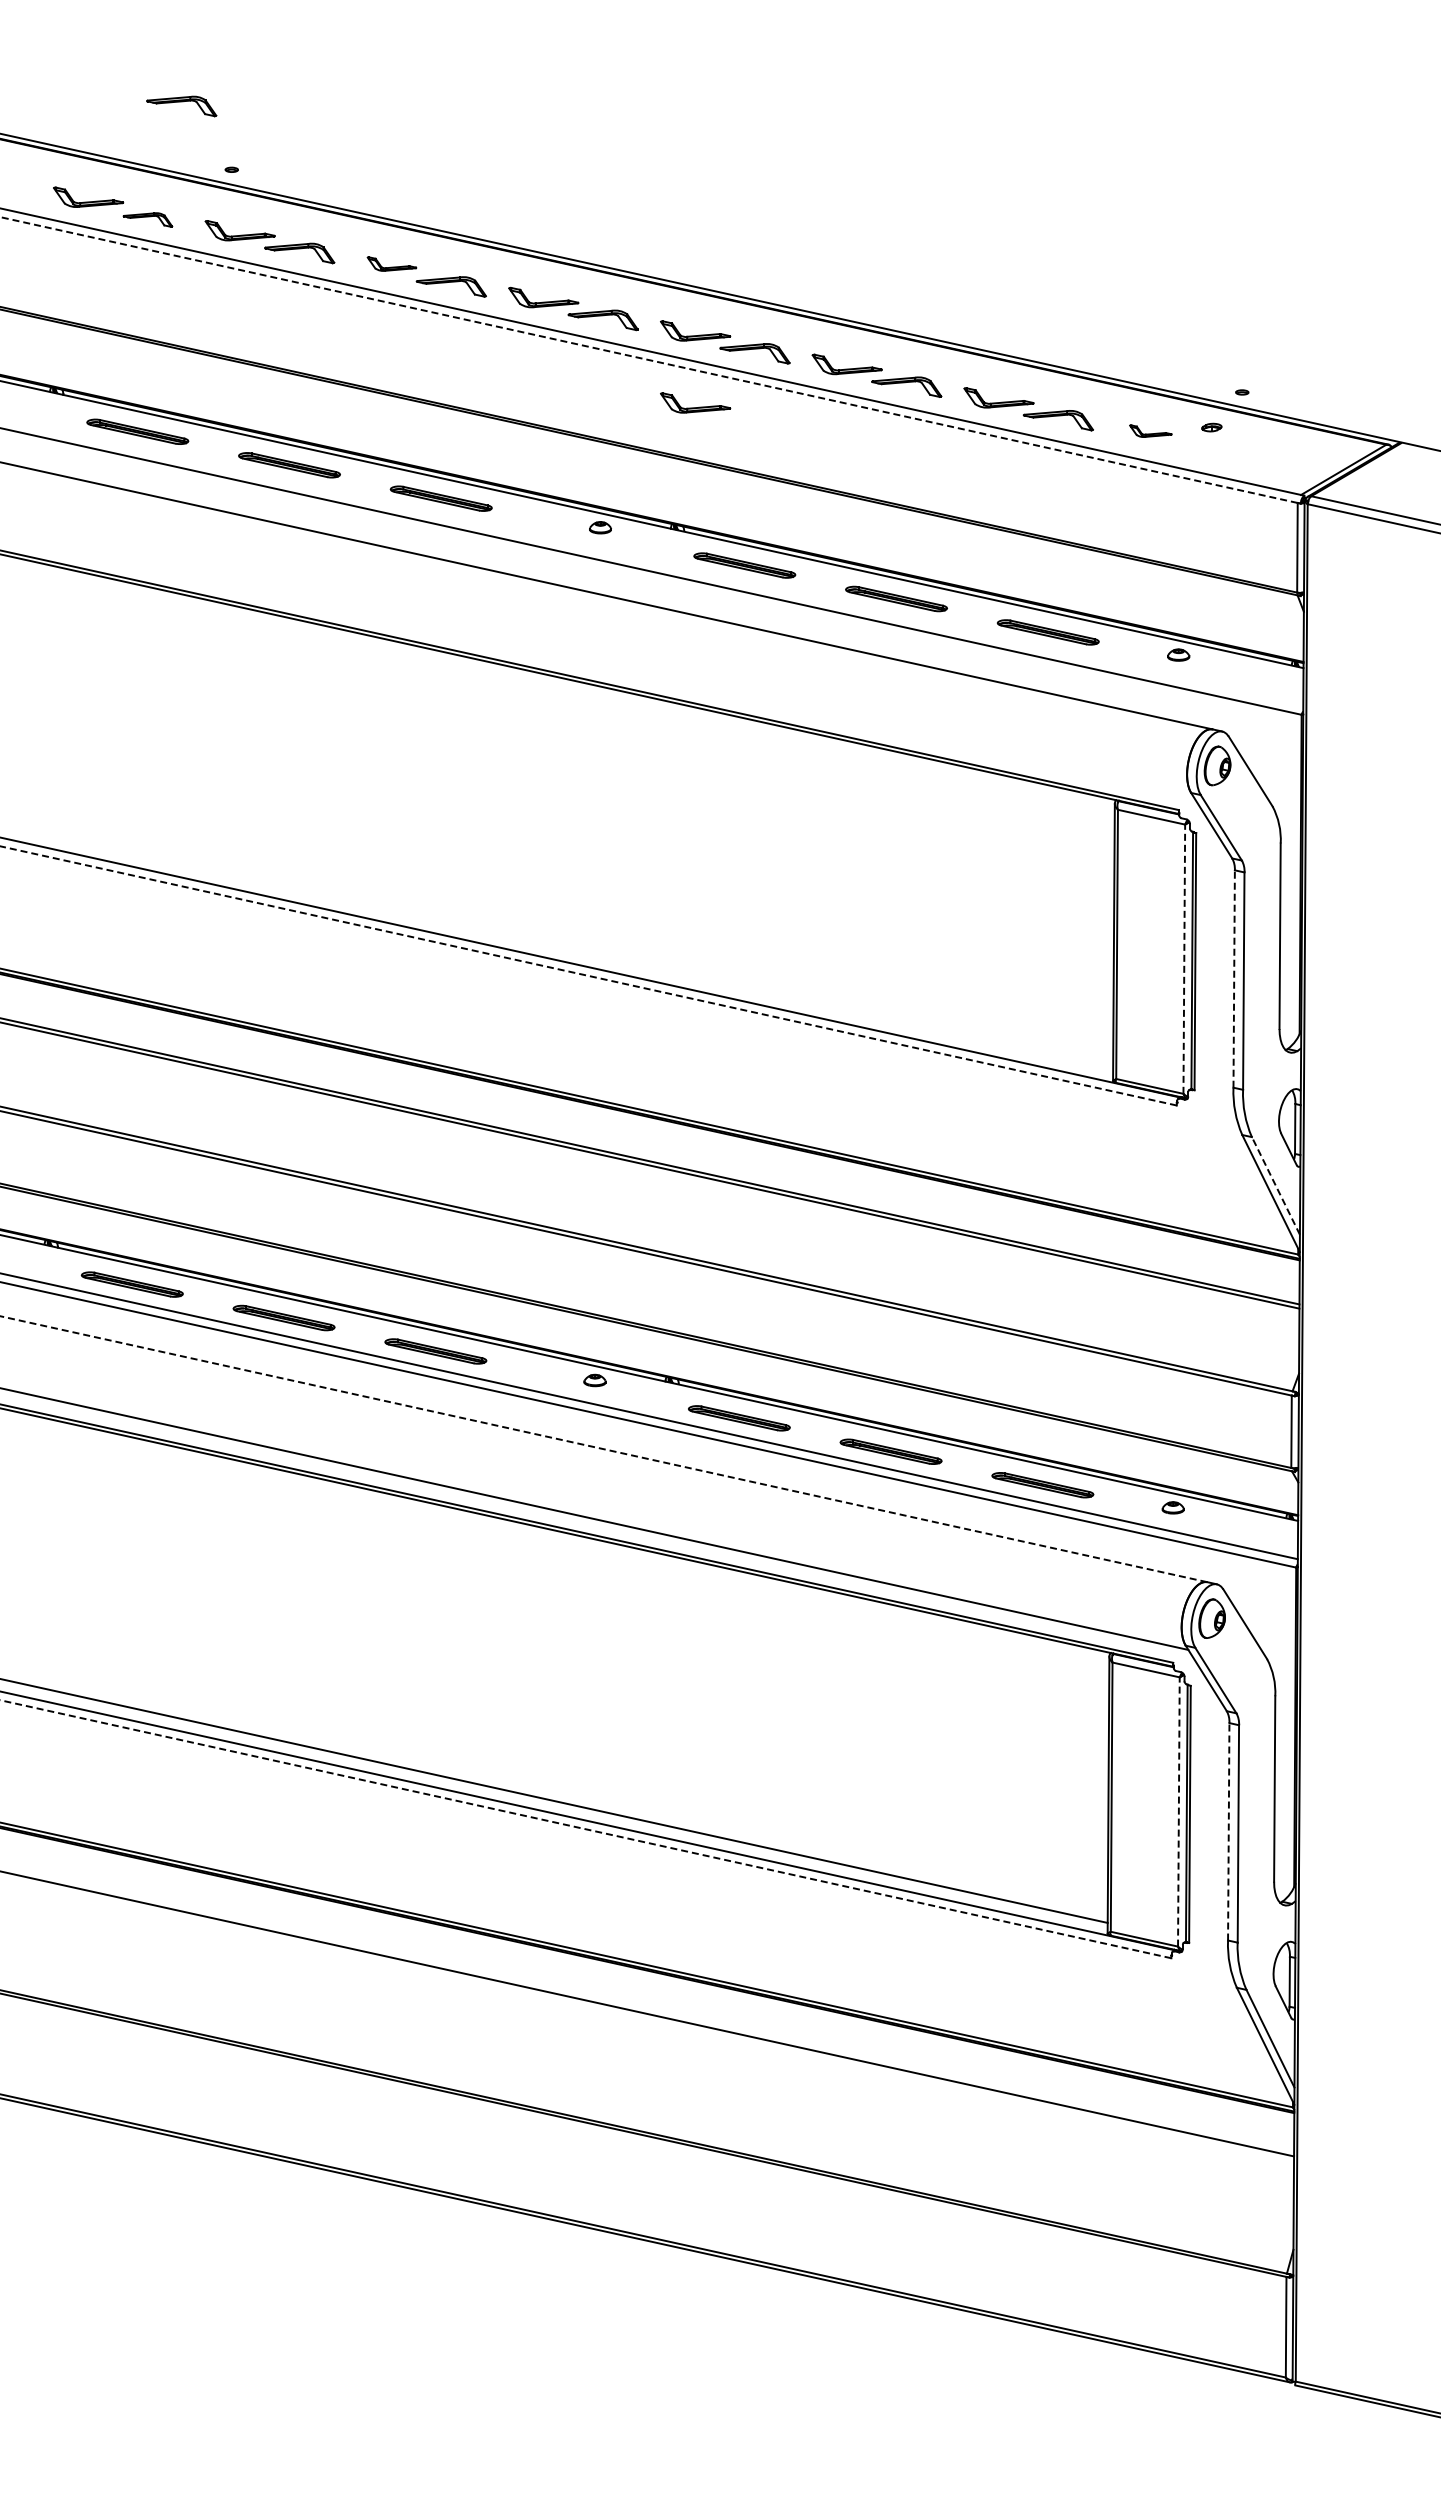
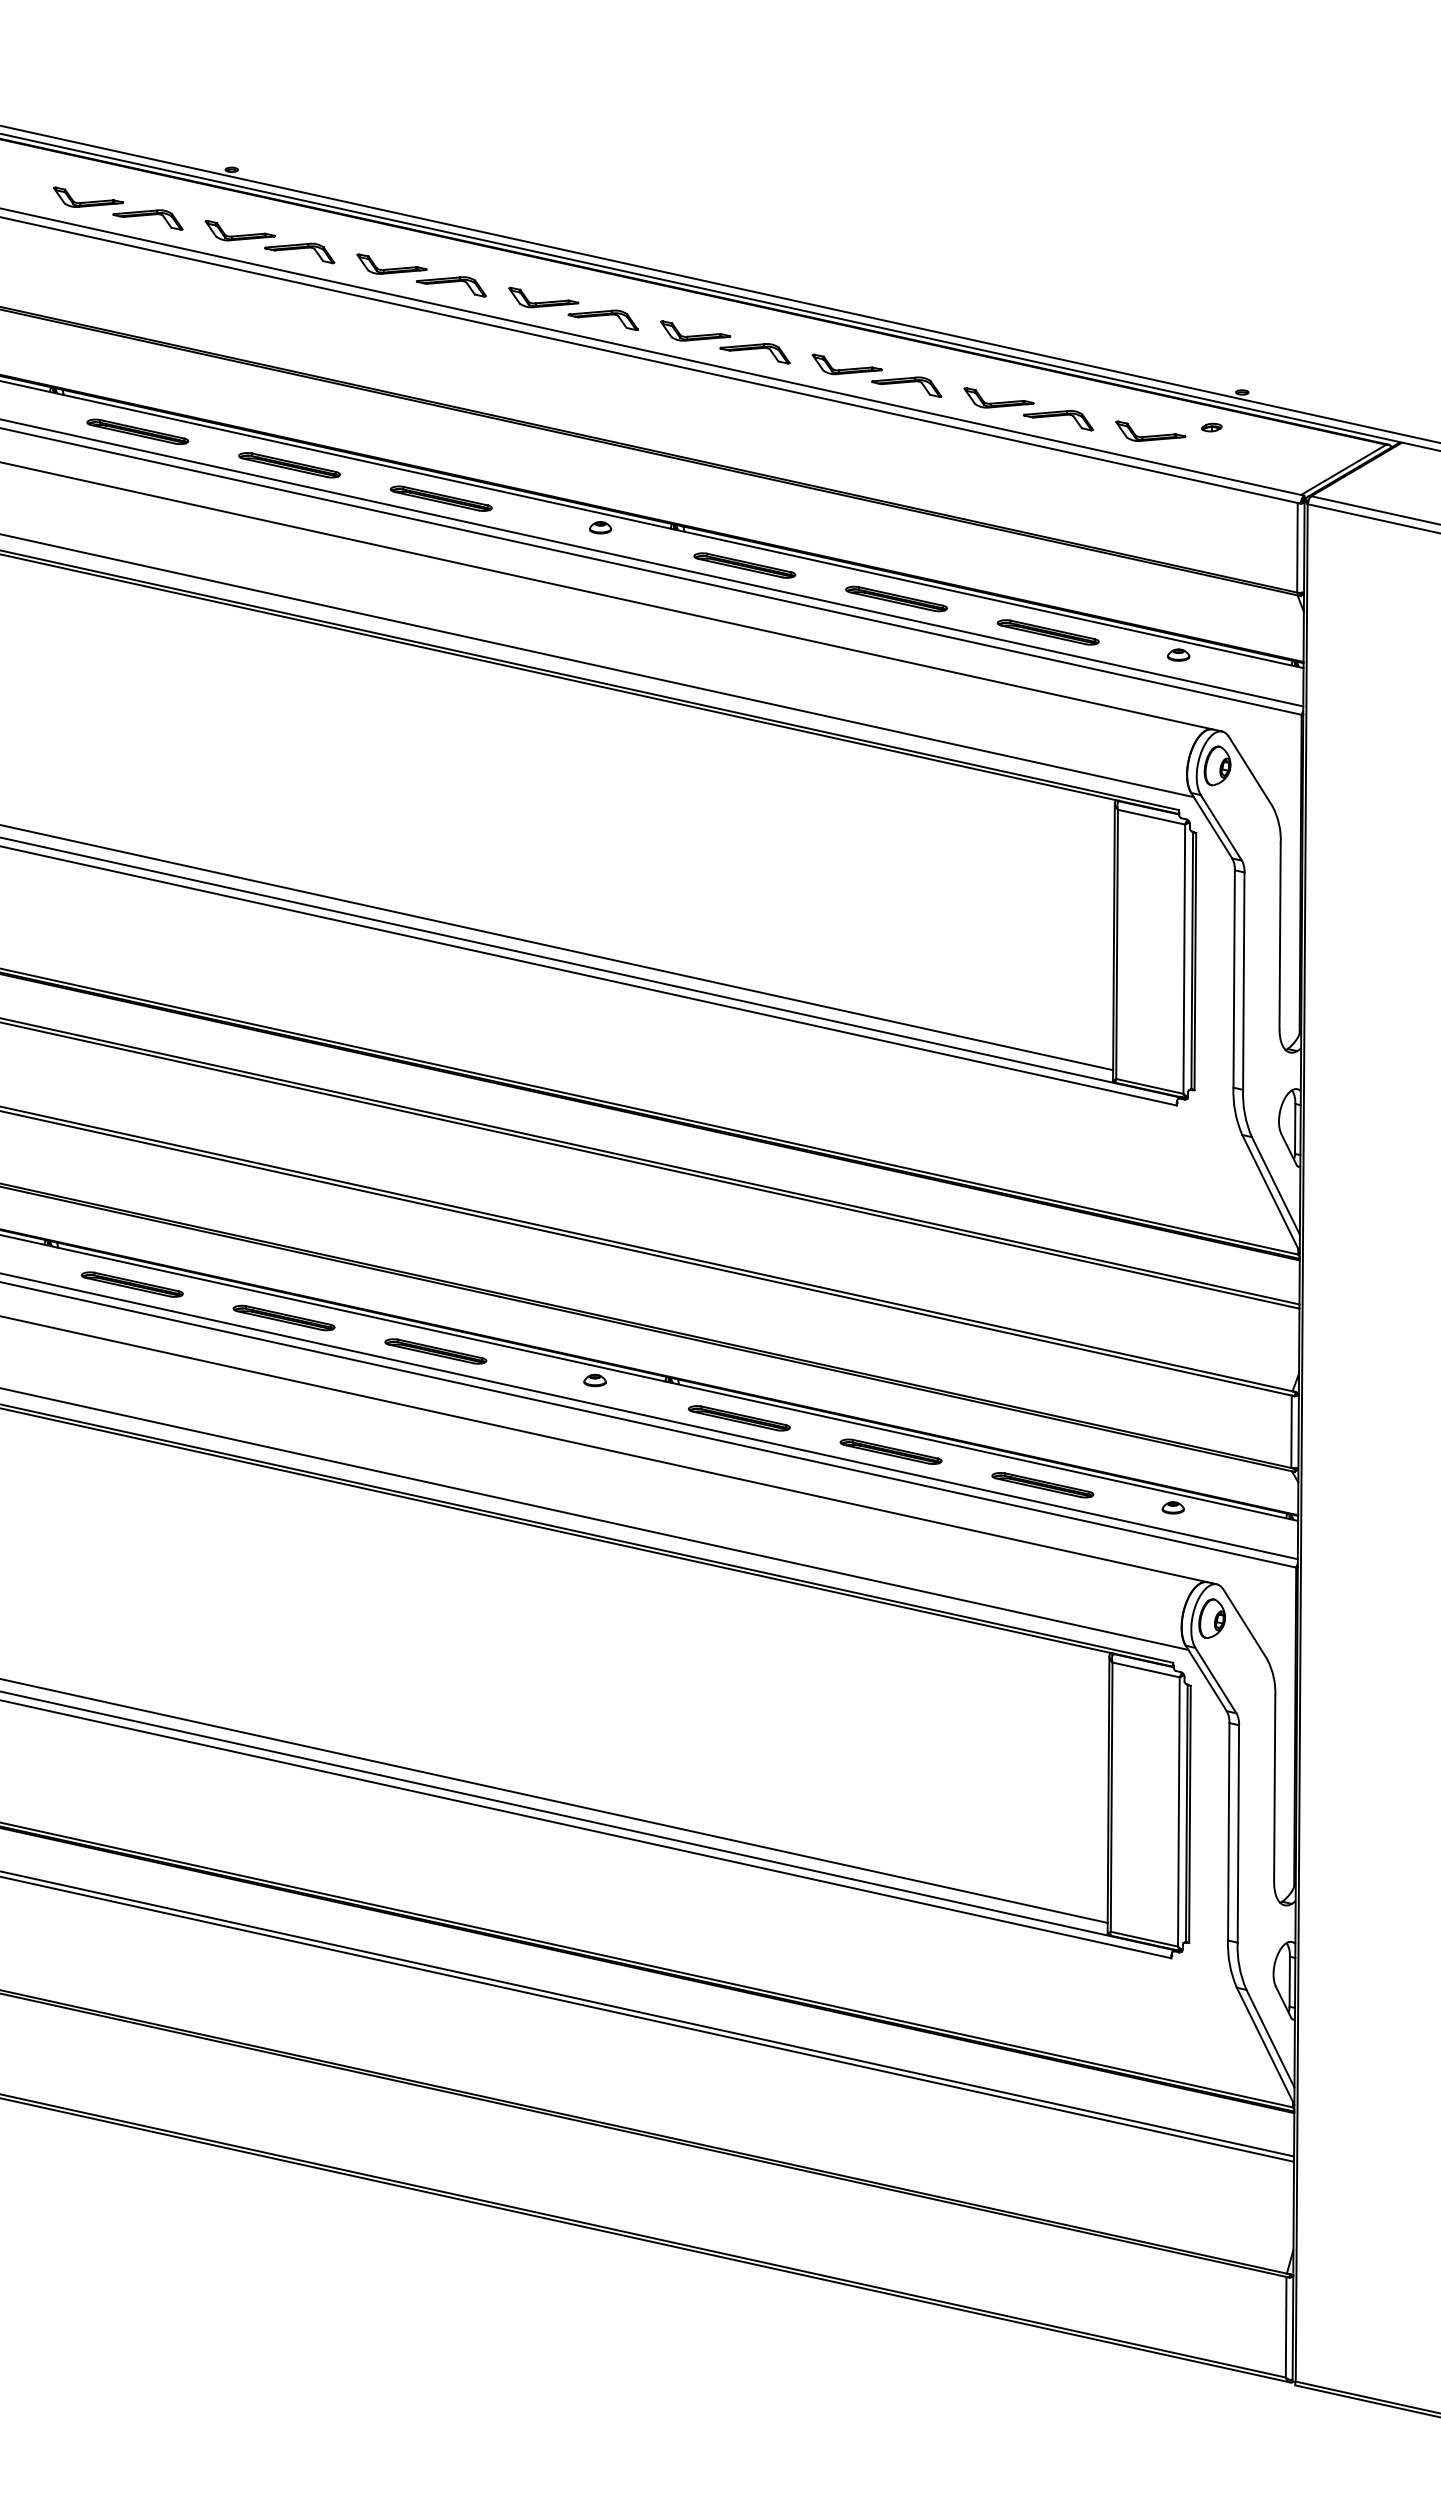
part at (181, 106): present -> none
part at (147, 219) size: 52x16 px -> 72x22 px
part at (391, 263) size: 52x16 px -> 72x22 px
line at (719, 284): none -> present
line at (648, 359): dashed -> solid
part at (695, 402): present -> none
part at (1150, 430) size: 44x14 px -> 72x22 px
line at (652, 562): none -> present
line at (597, 665): none -> present
line at (557, 947): none -> present
line at (1184, 959): dashed -> solid
line at (587, 975): dashed -> solid
line at (1234, 979): dashed -> solid
line at (1275, 1185): dashed -> solid
line at (603, 1449): dashed -> solid
line at (1178, 1811): dashed -> solid
line at (585, 1829): dashed -> solid
line at (1228, 1831): dashed -> solid
line at (648, 2019): none -> present
